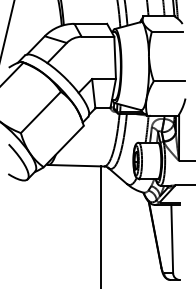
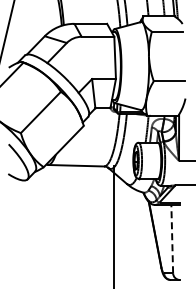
line at (101, 225) position: (101, 225) -> (114, 225)
line at (172, 238): solid -> dashed
